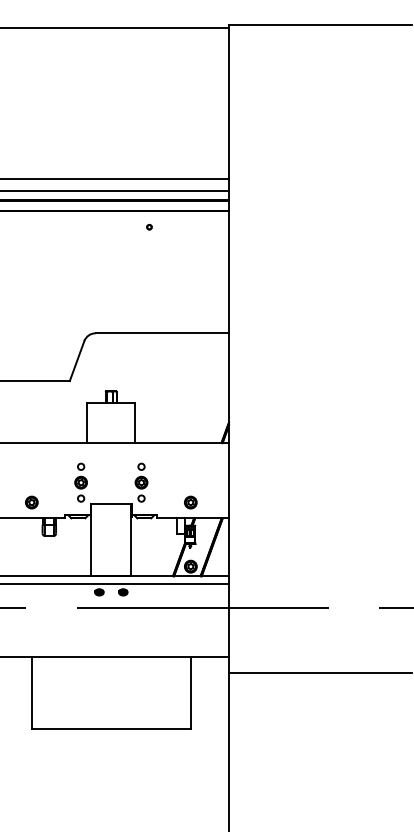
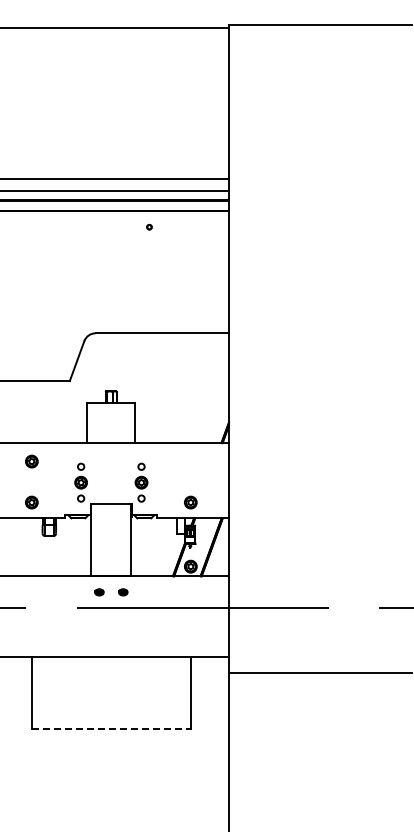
part at (31, 461): none -> present
line at (115, 584): present -> none
line at (111, 729): solid -> dashed
